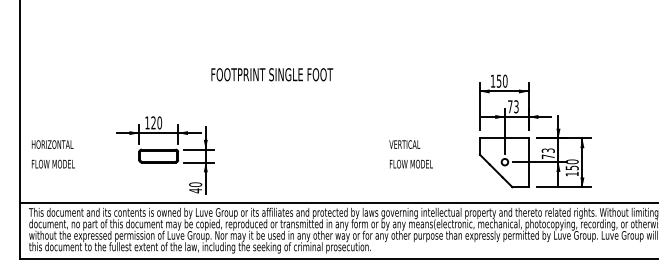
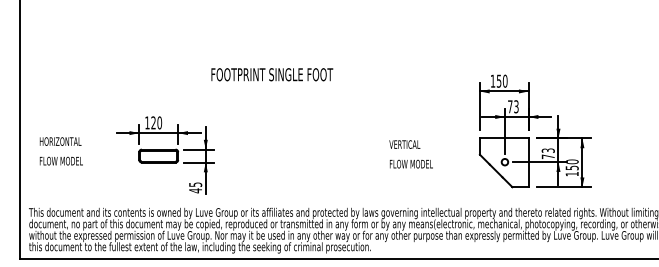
text at (52, 154) position: (52, 154) -> (60, 151)
text at (195, 184): 40 -> 45
line at (337, 203): present -> none
